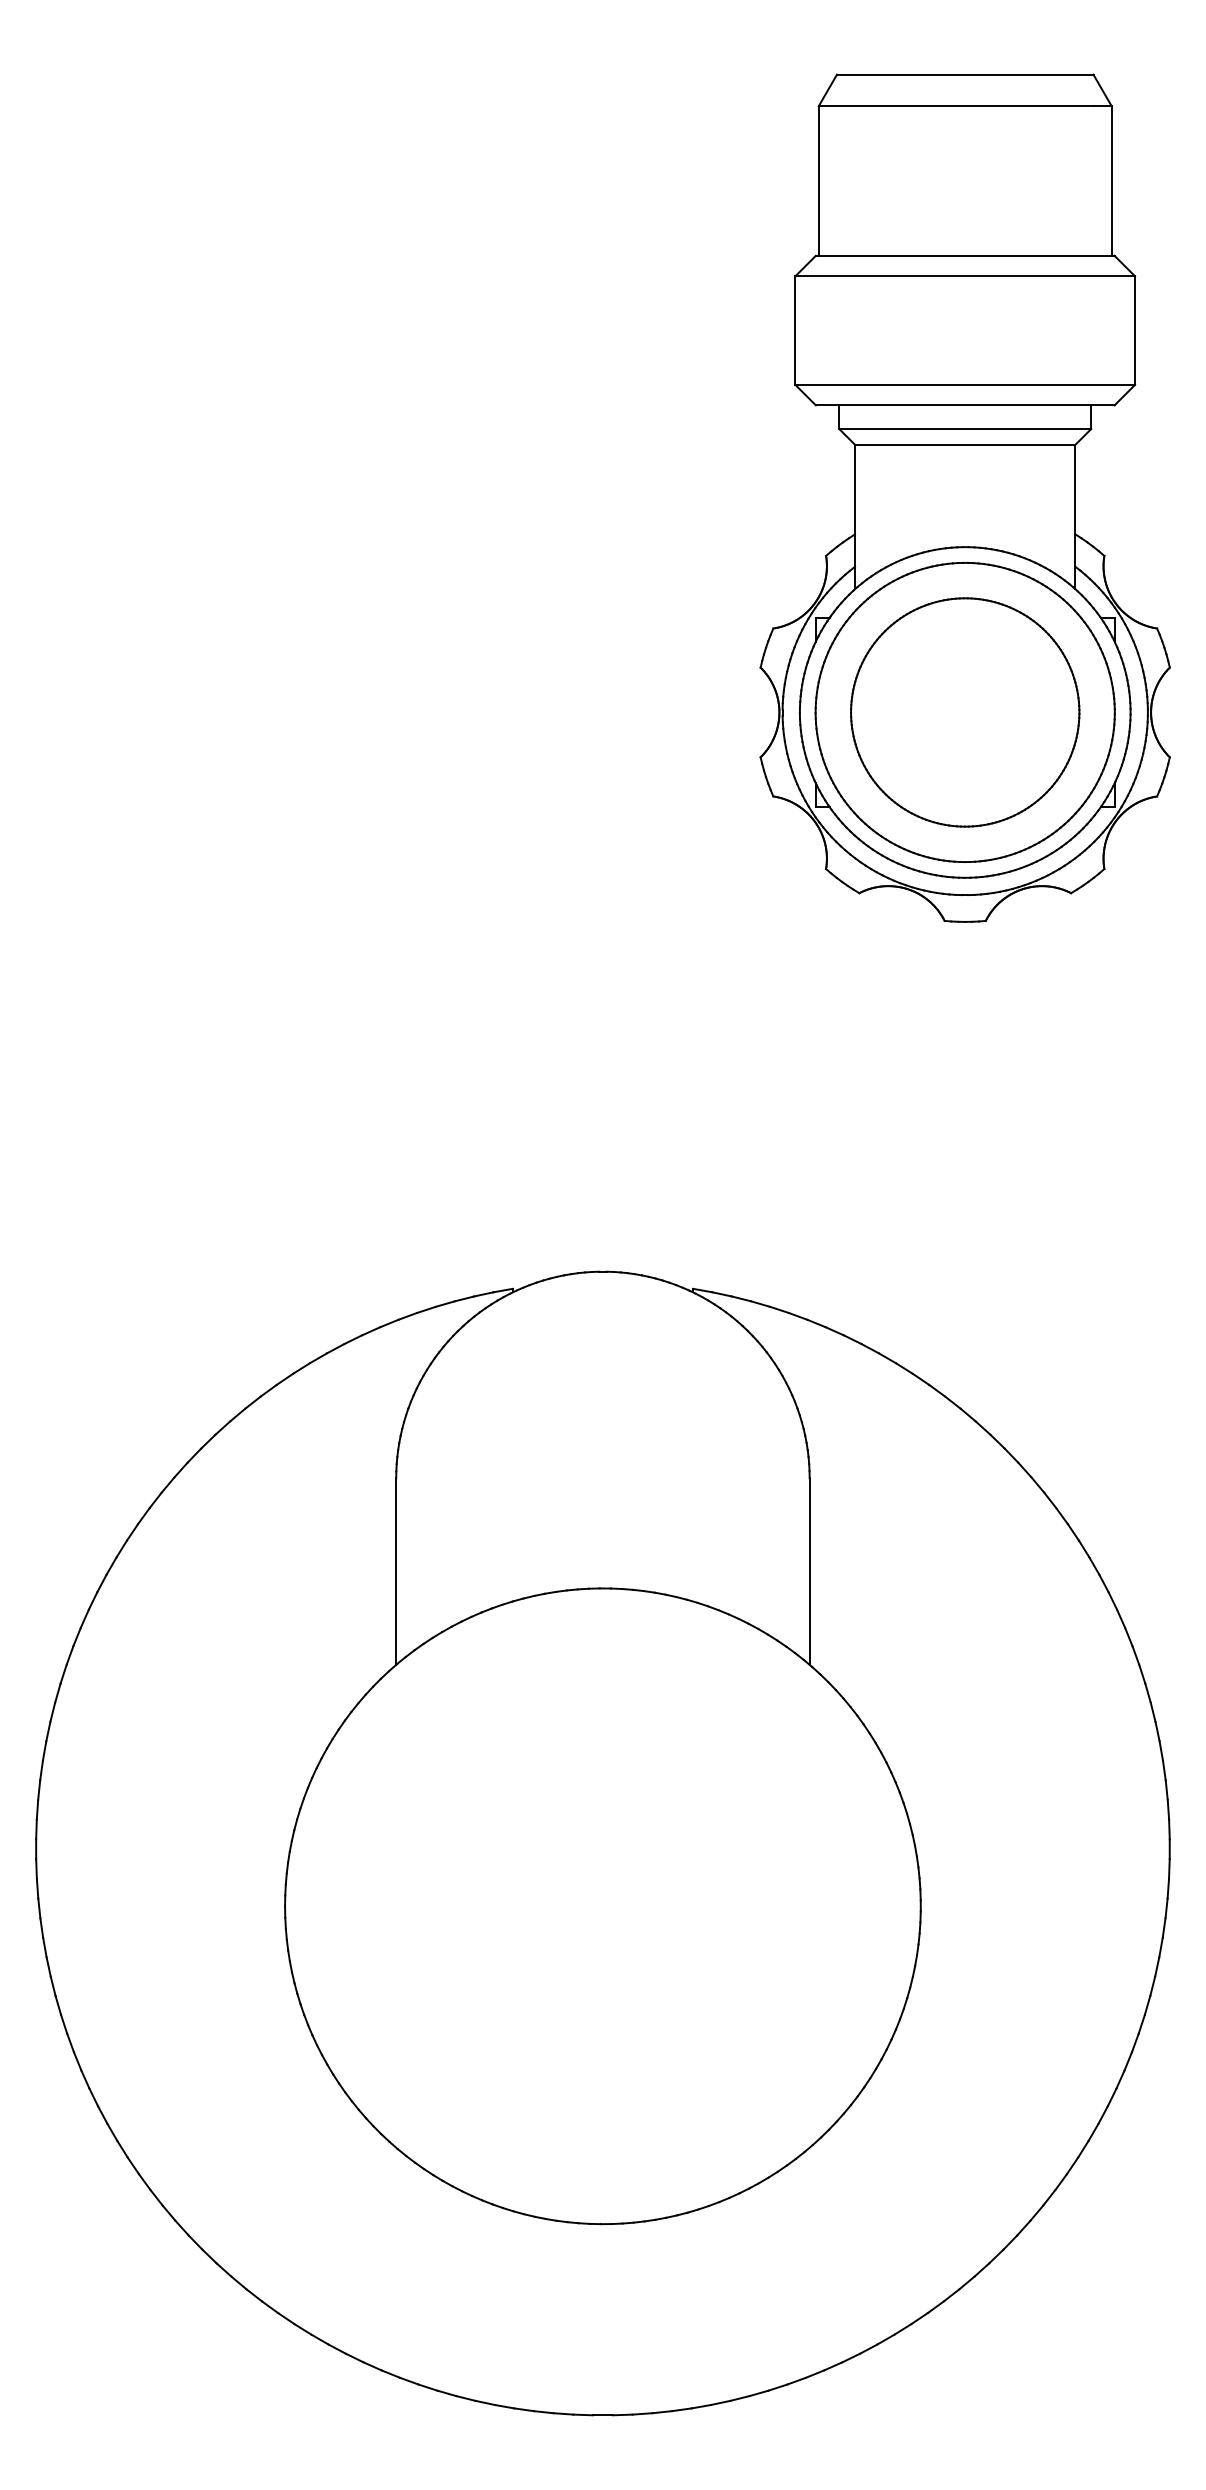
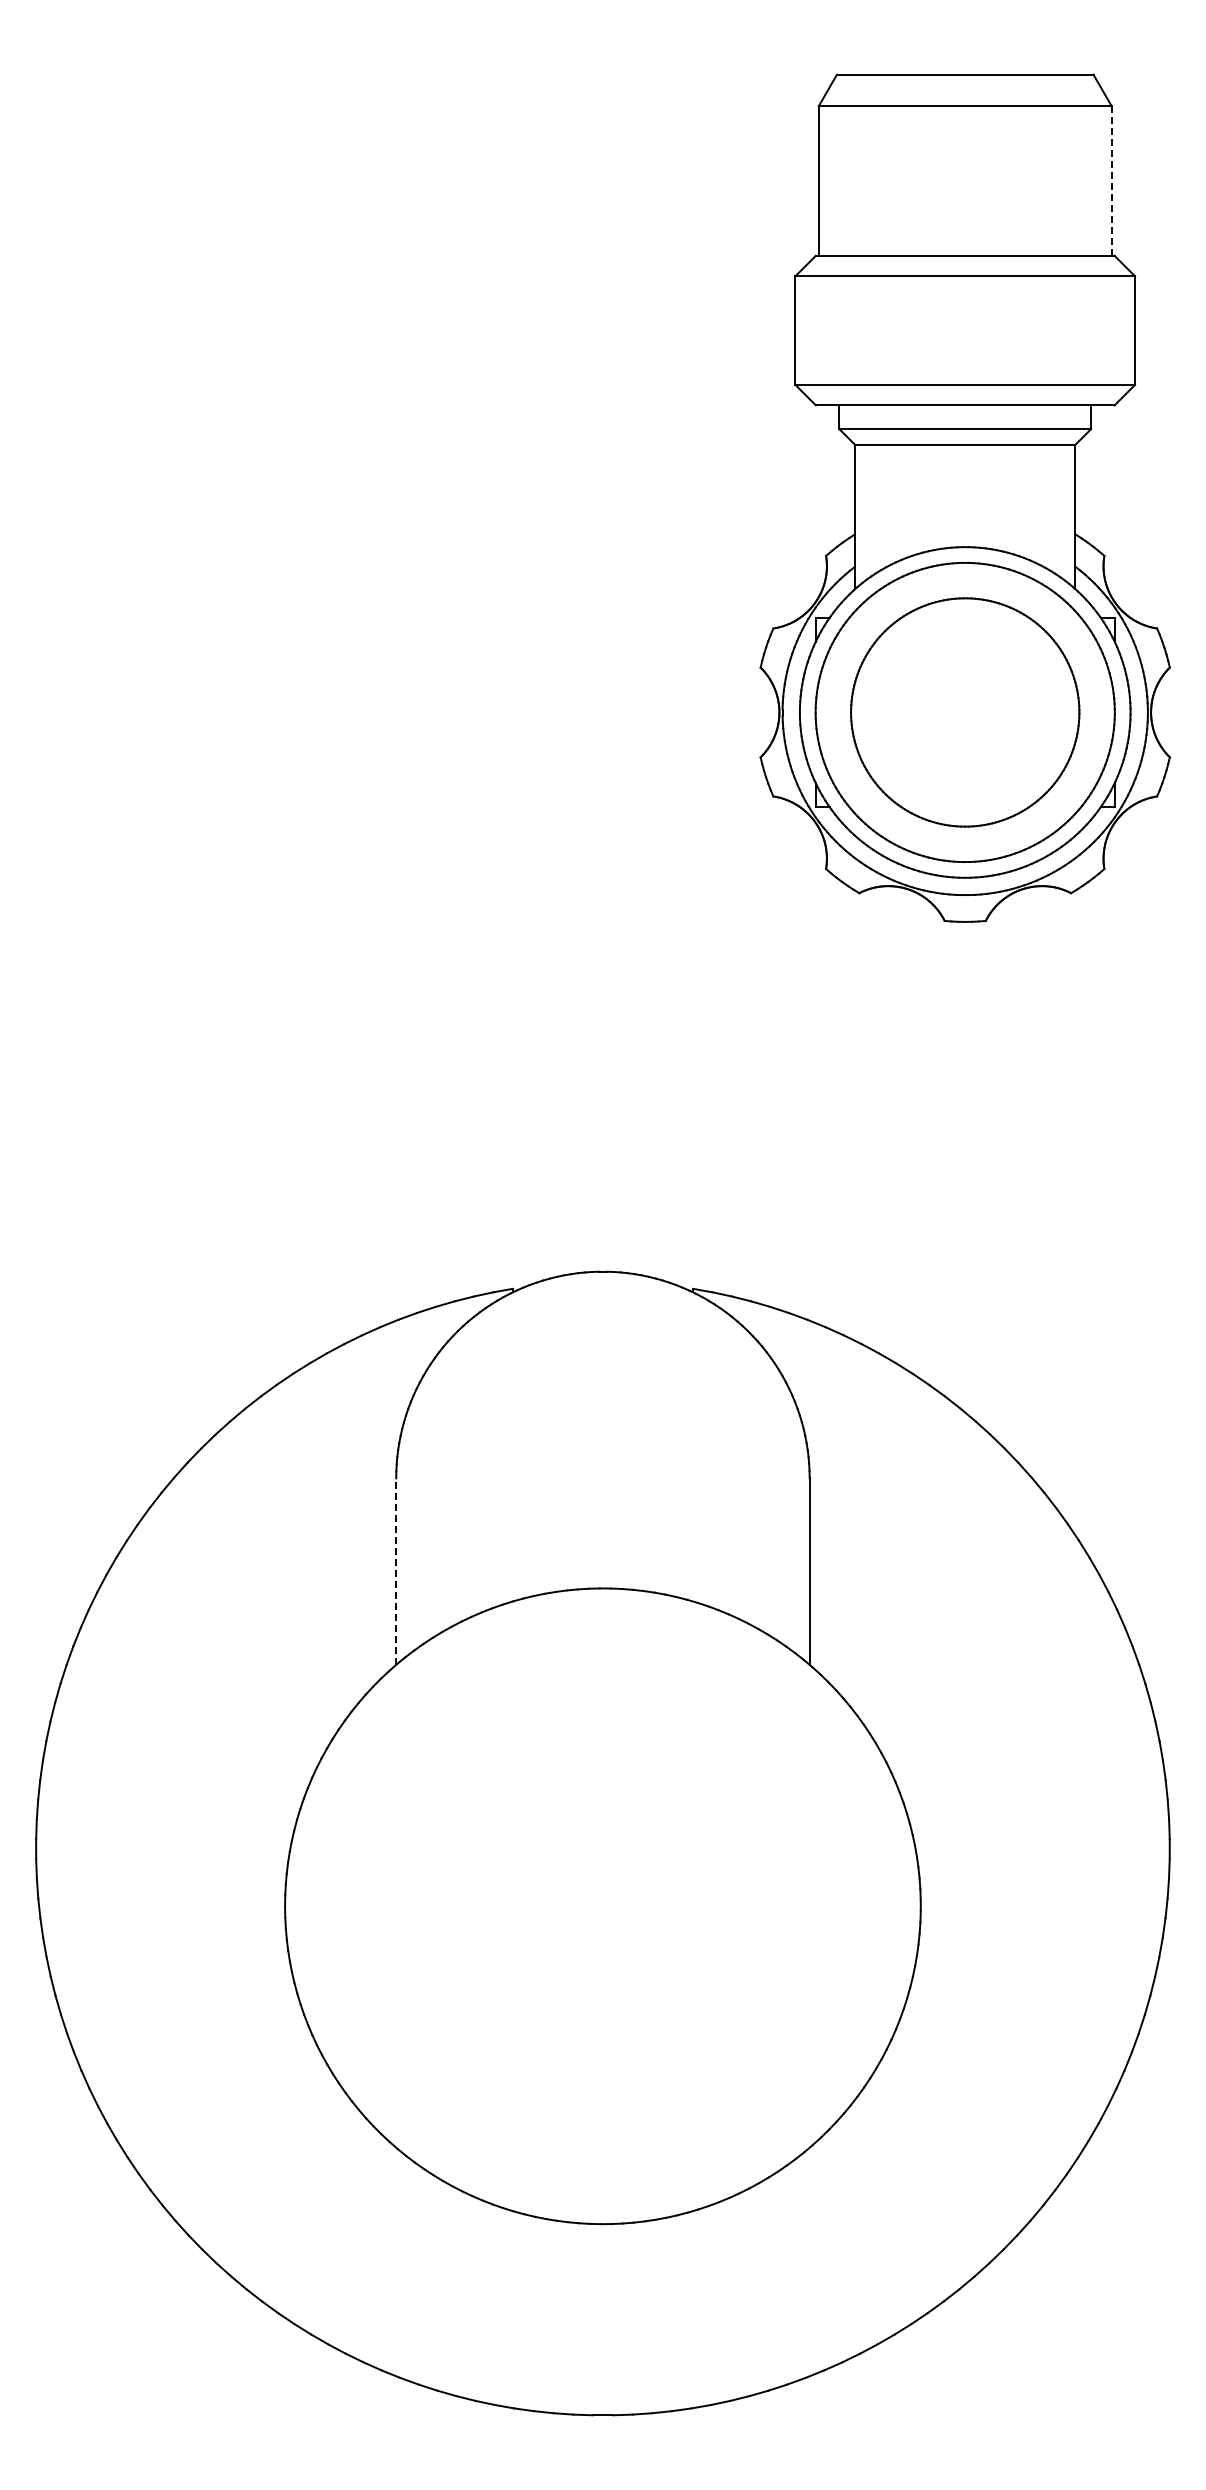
line at (1111, 180): solid -> dashed
line at (396, 1571): solid -> dashed
